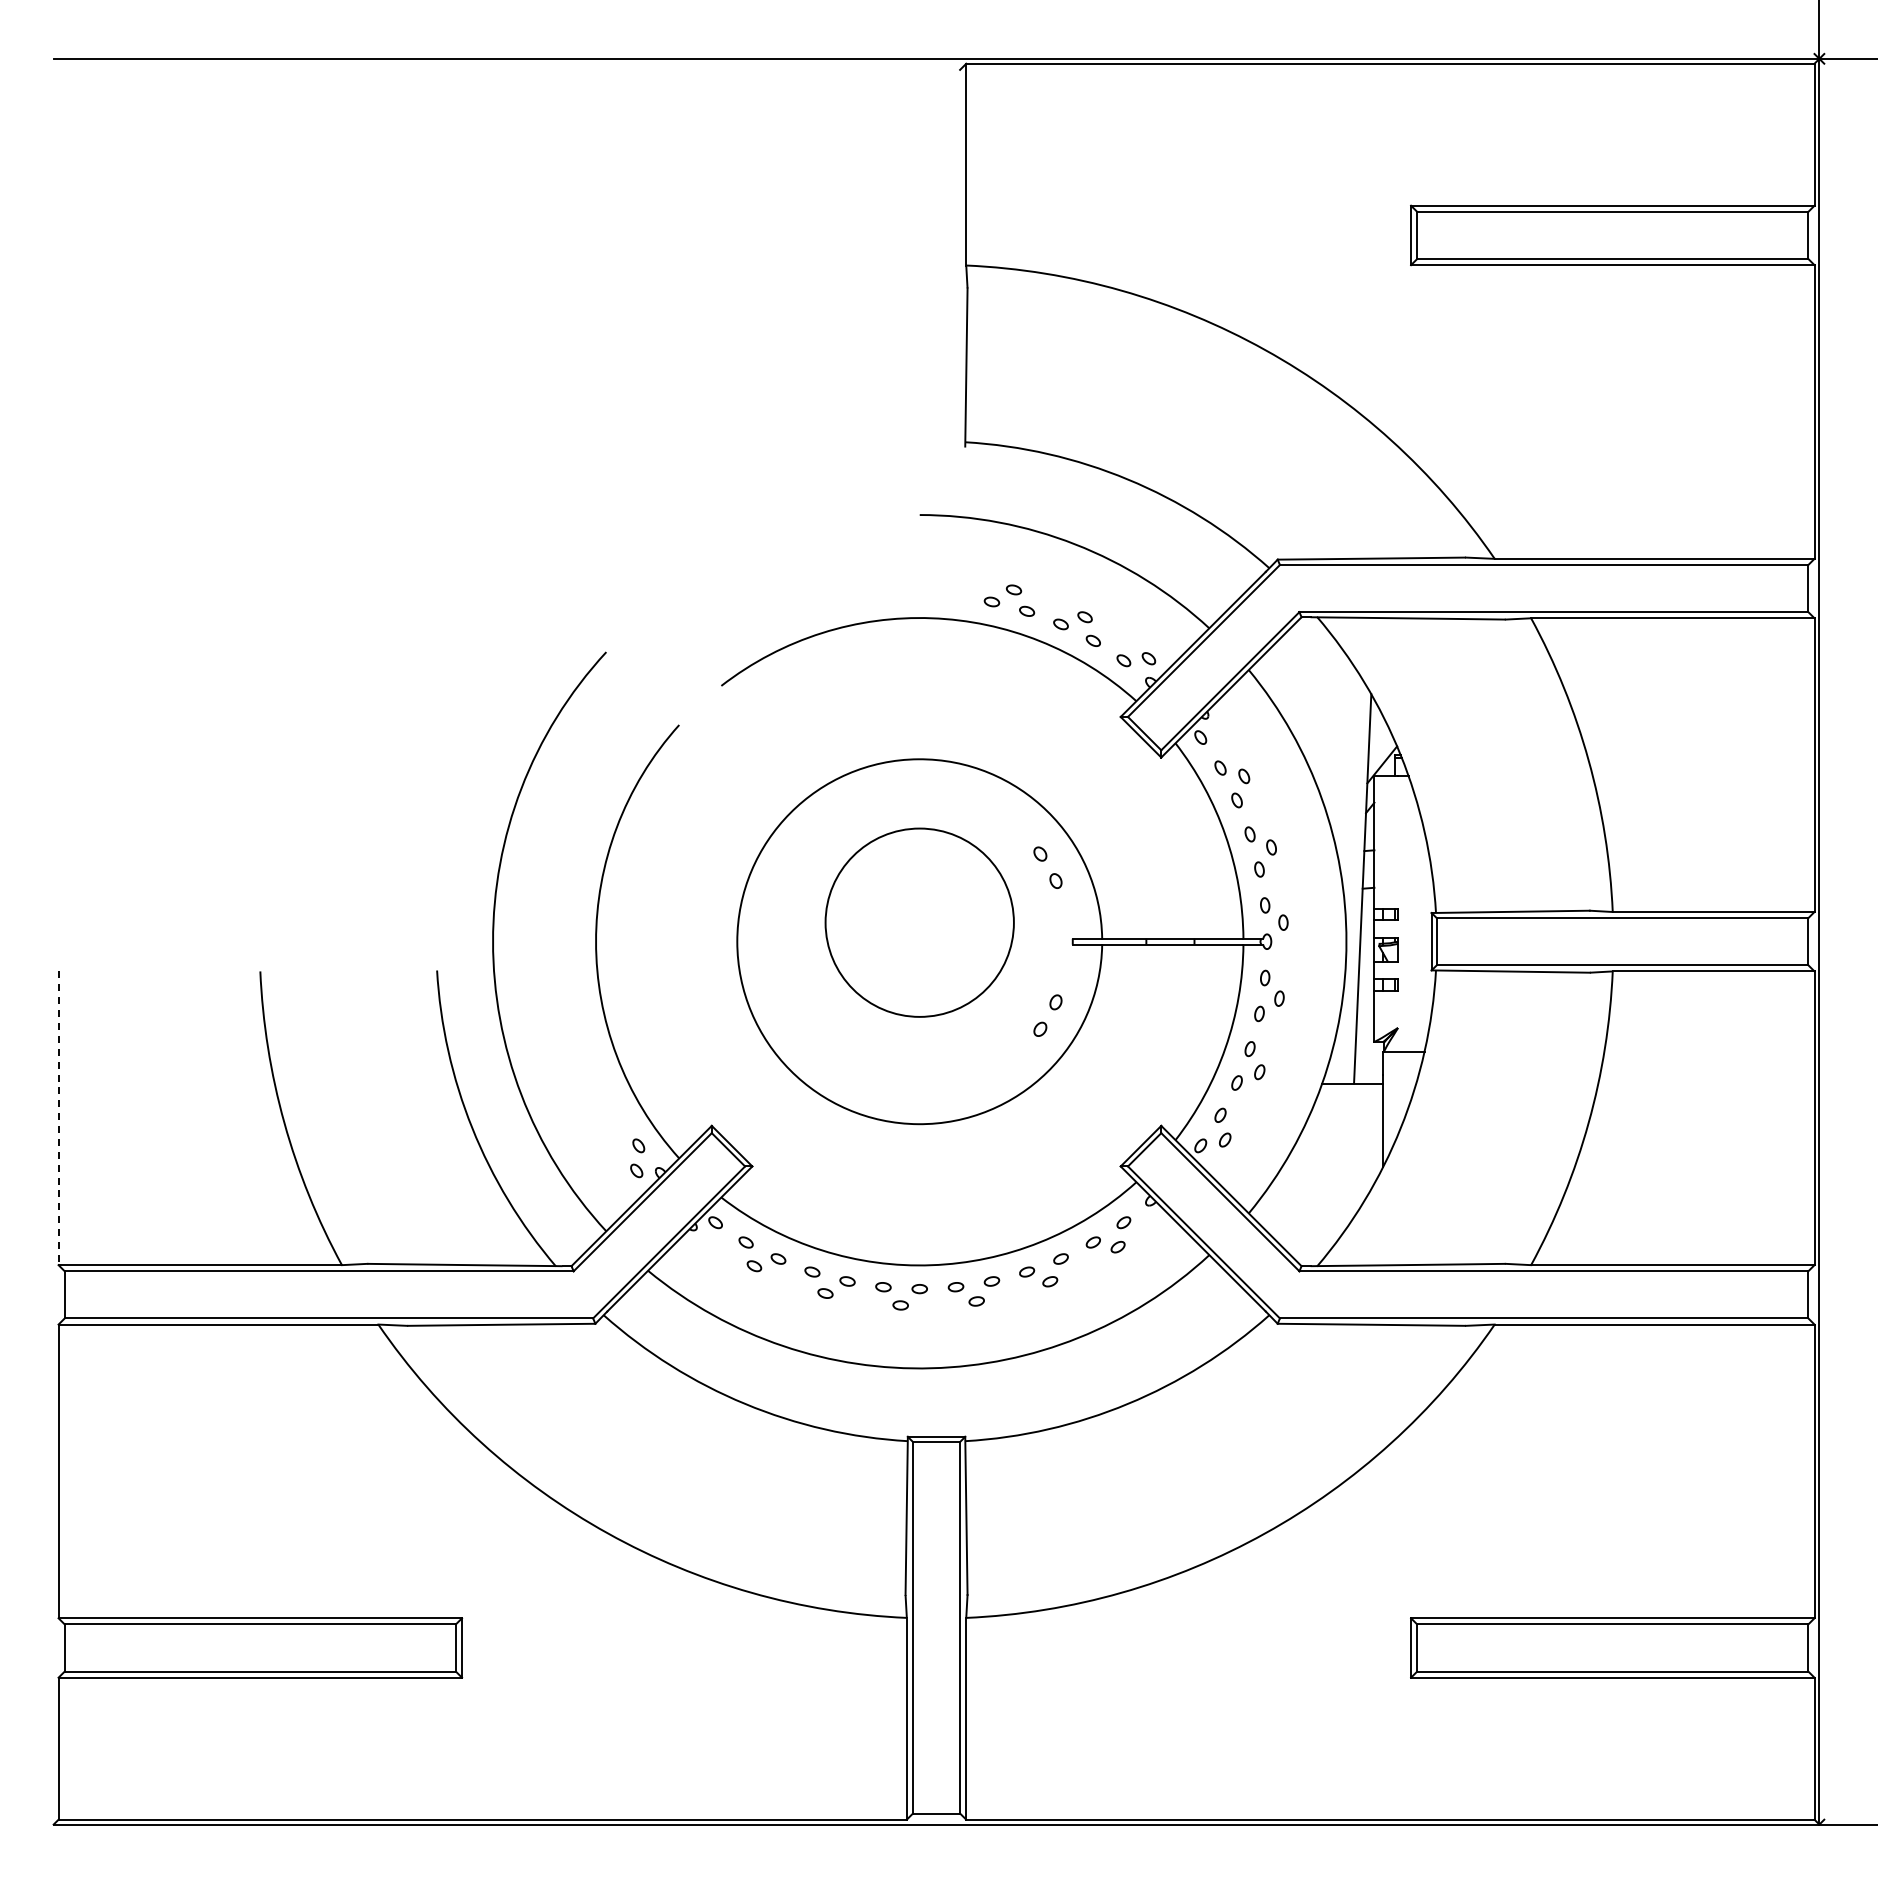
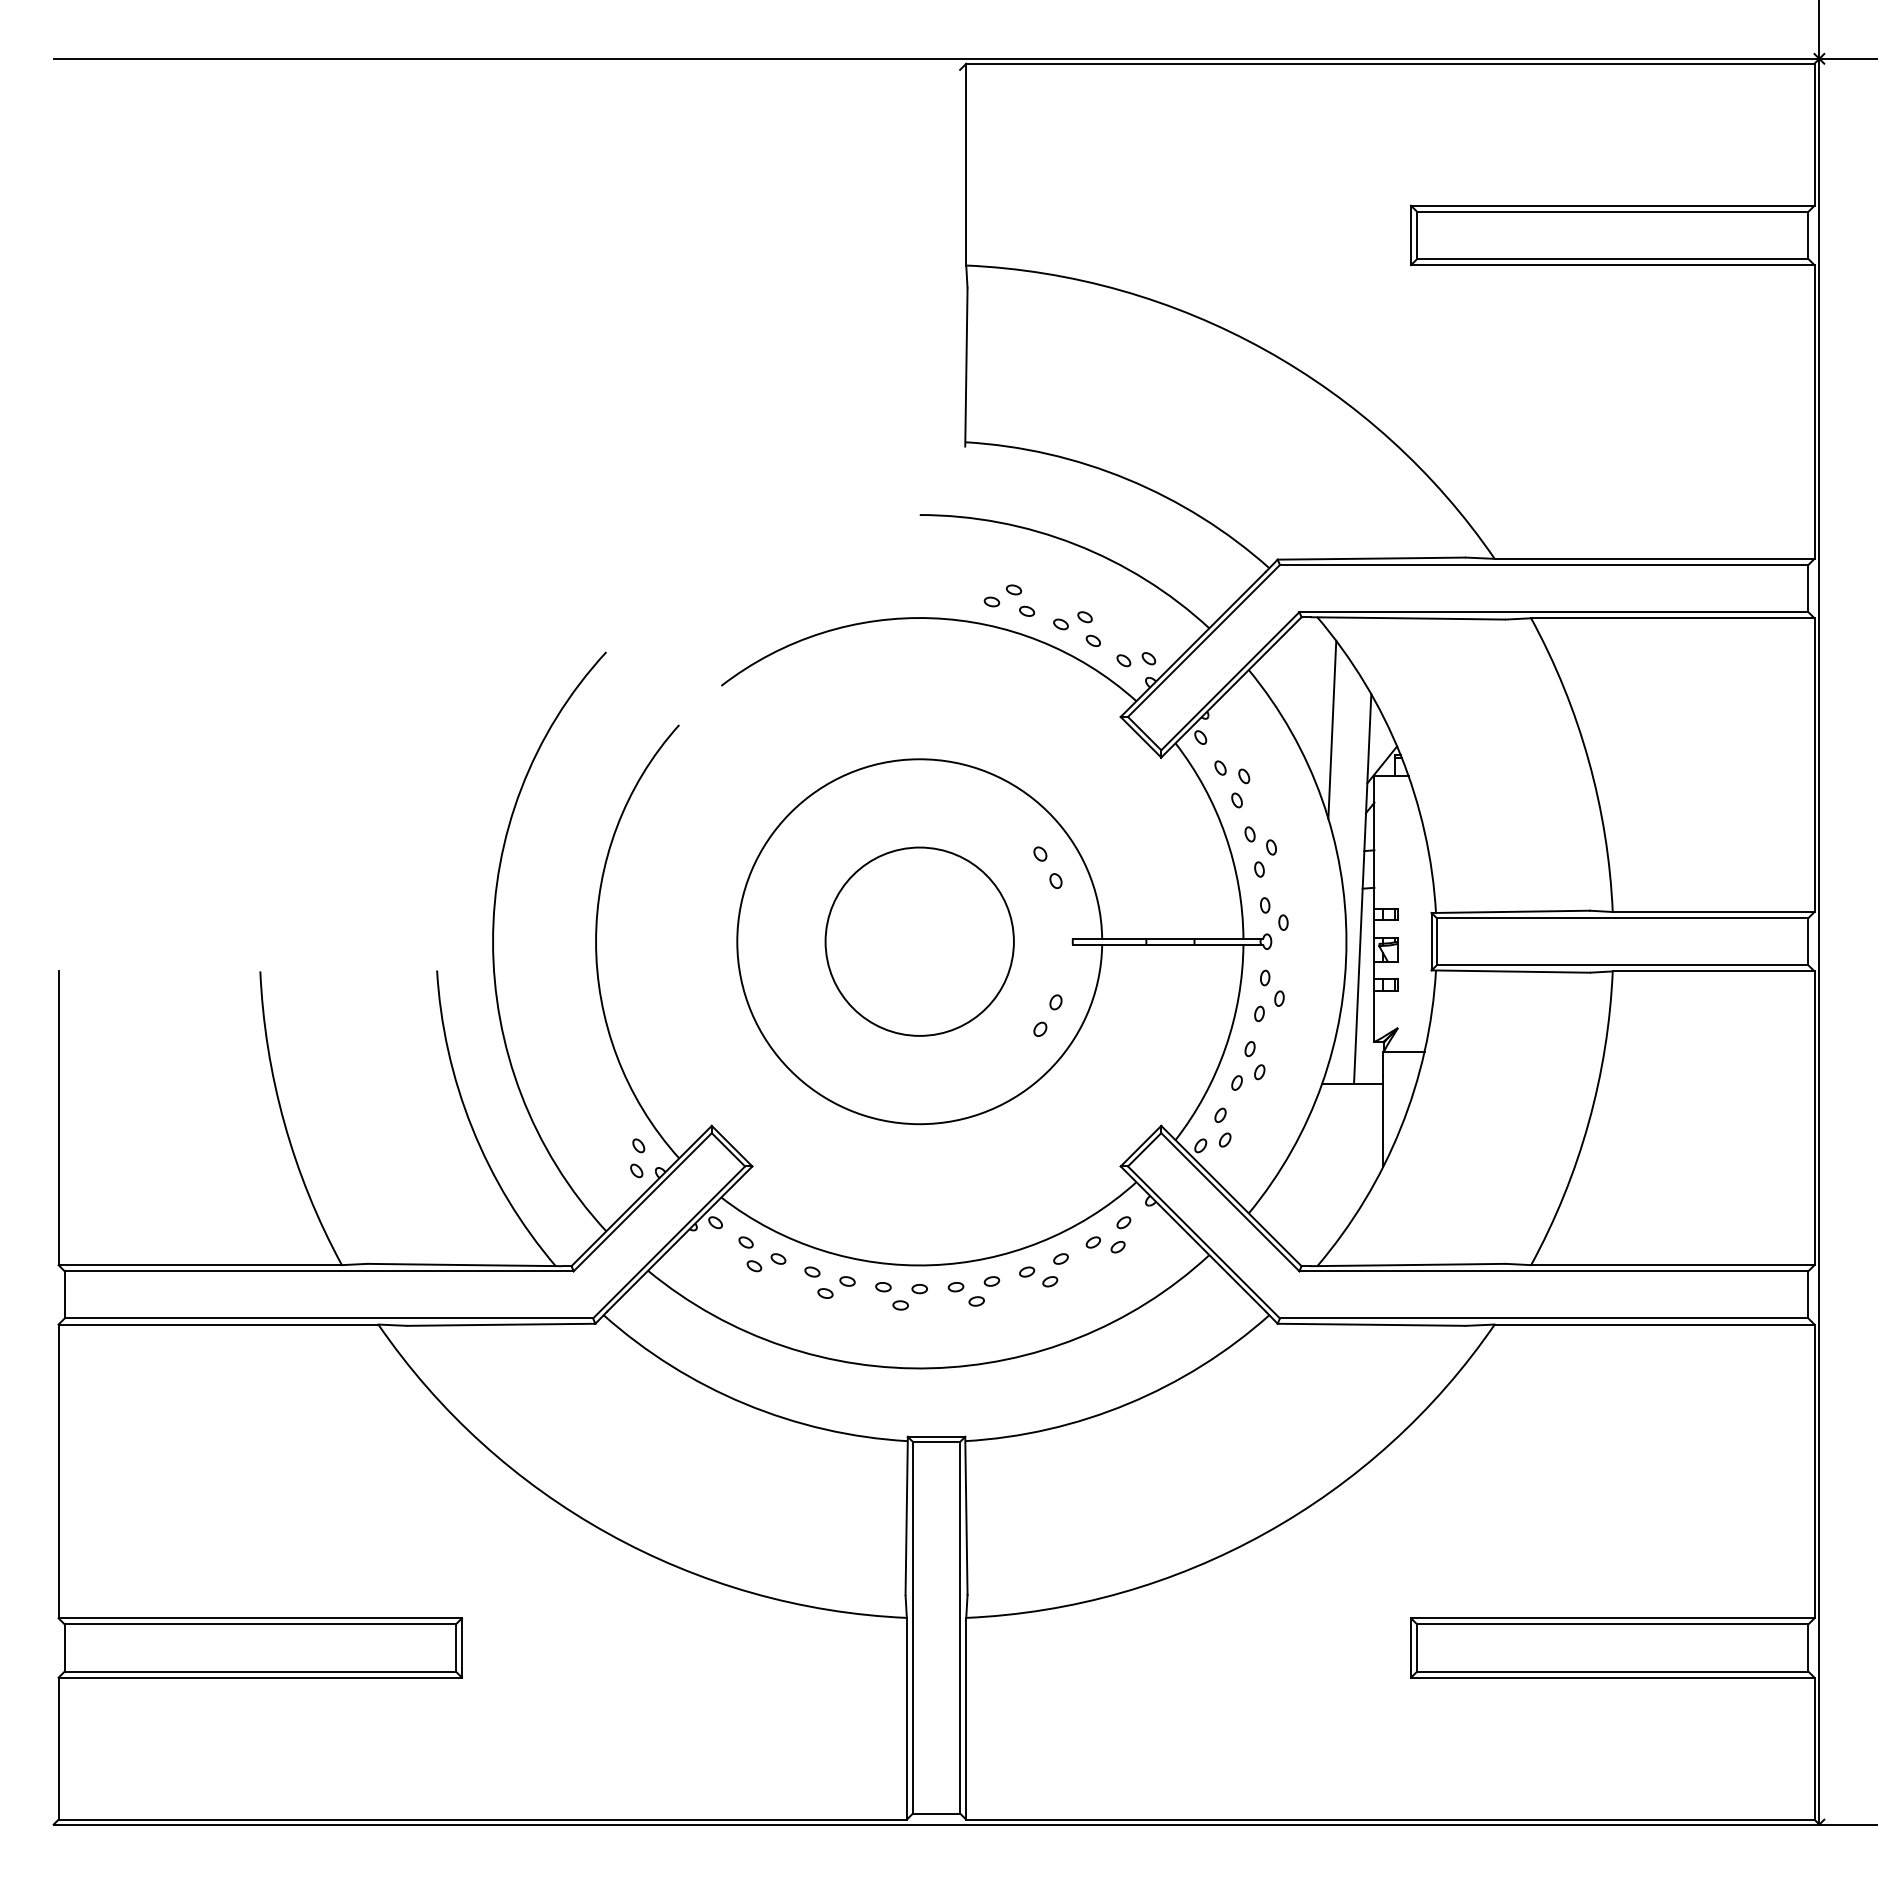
line at (1332, 729): none -> present
circle at (919, 922) position: (919, 922) -> (919, 941)
line at (58, 1118): dashed -> solid
